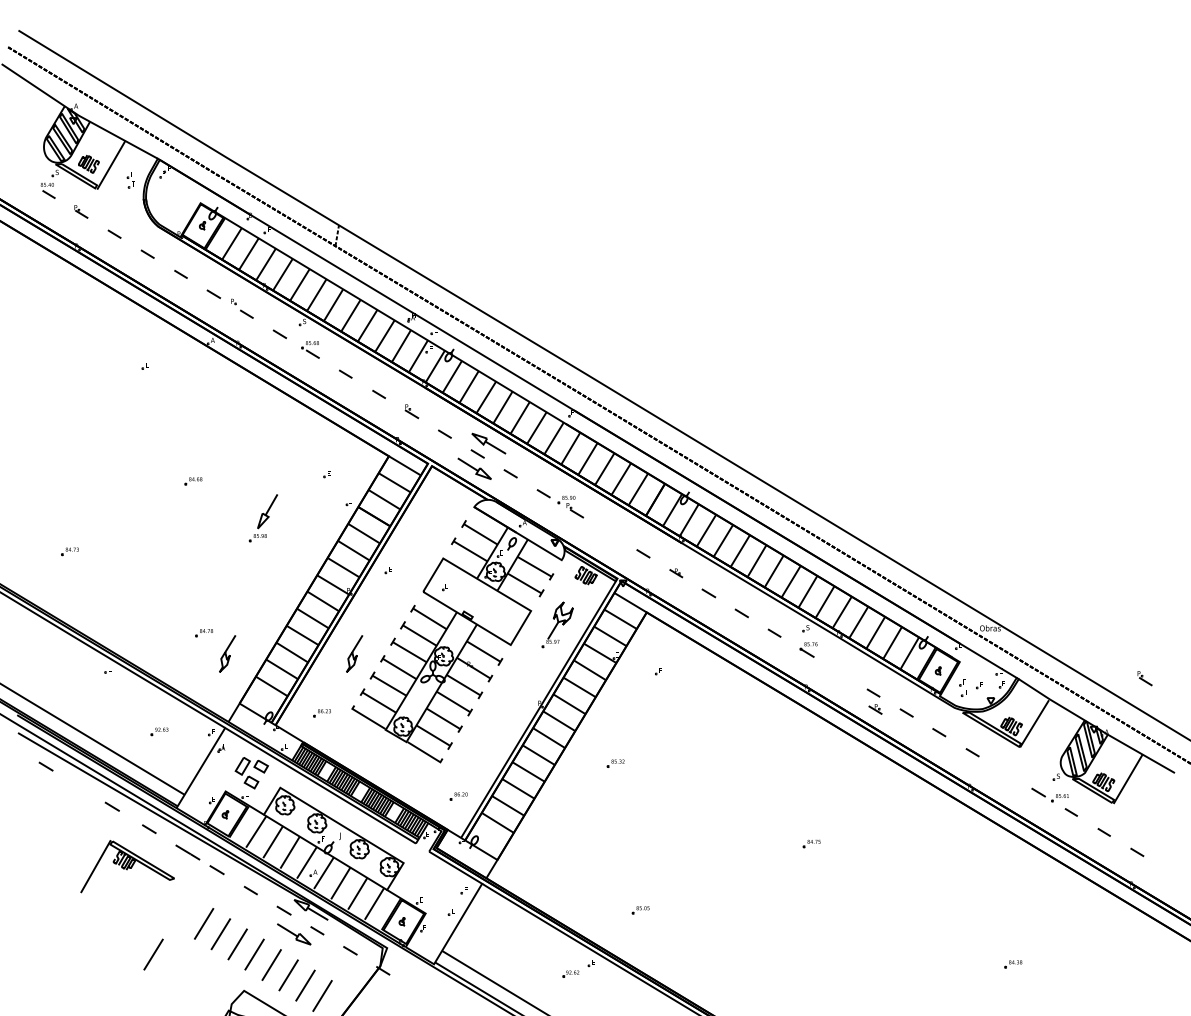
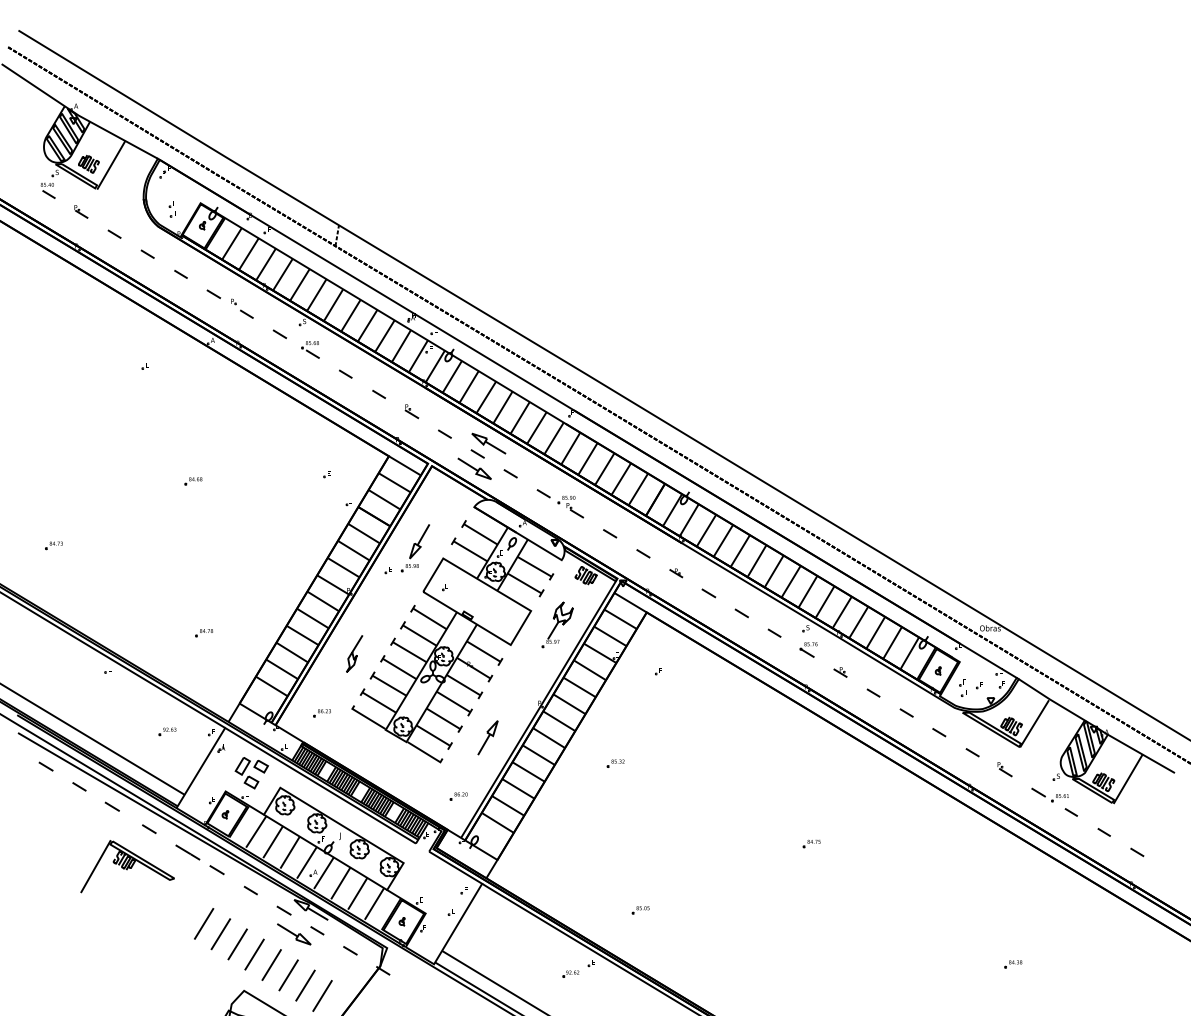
part at (129, 180) position: (129, 180) -> (171, 209)
part at (262, 518) position: (262, 518) -> (414, 548)
line at (610, 533): none -> present
part at (69, 551) position: (69, 551) -> (53, 545)
curve at (226, 653): present -> none
part at (1144, 678) position: (1144, 678) -> (1004, 769)
part at (875, 709) position: (875, 709) -> (840, 672)
part at (159, 731) position: (159, 731) -> (167, 731)
part at (487, 737): none -> present
line at (79, 786): none -> present
line at (153, 954): present -> none
